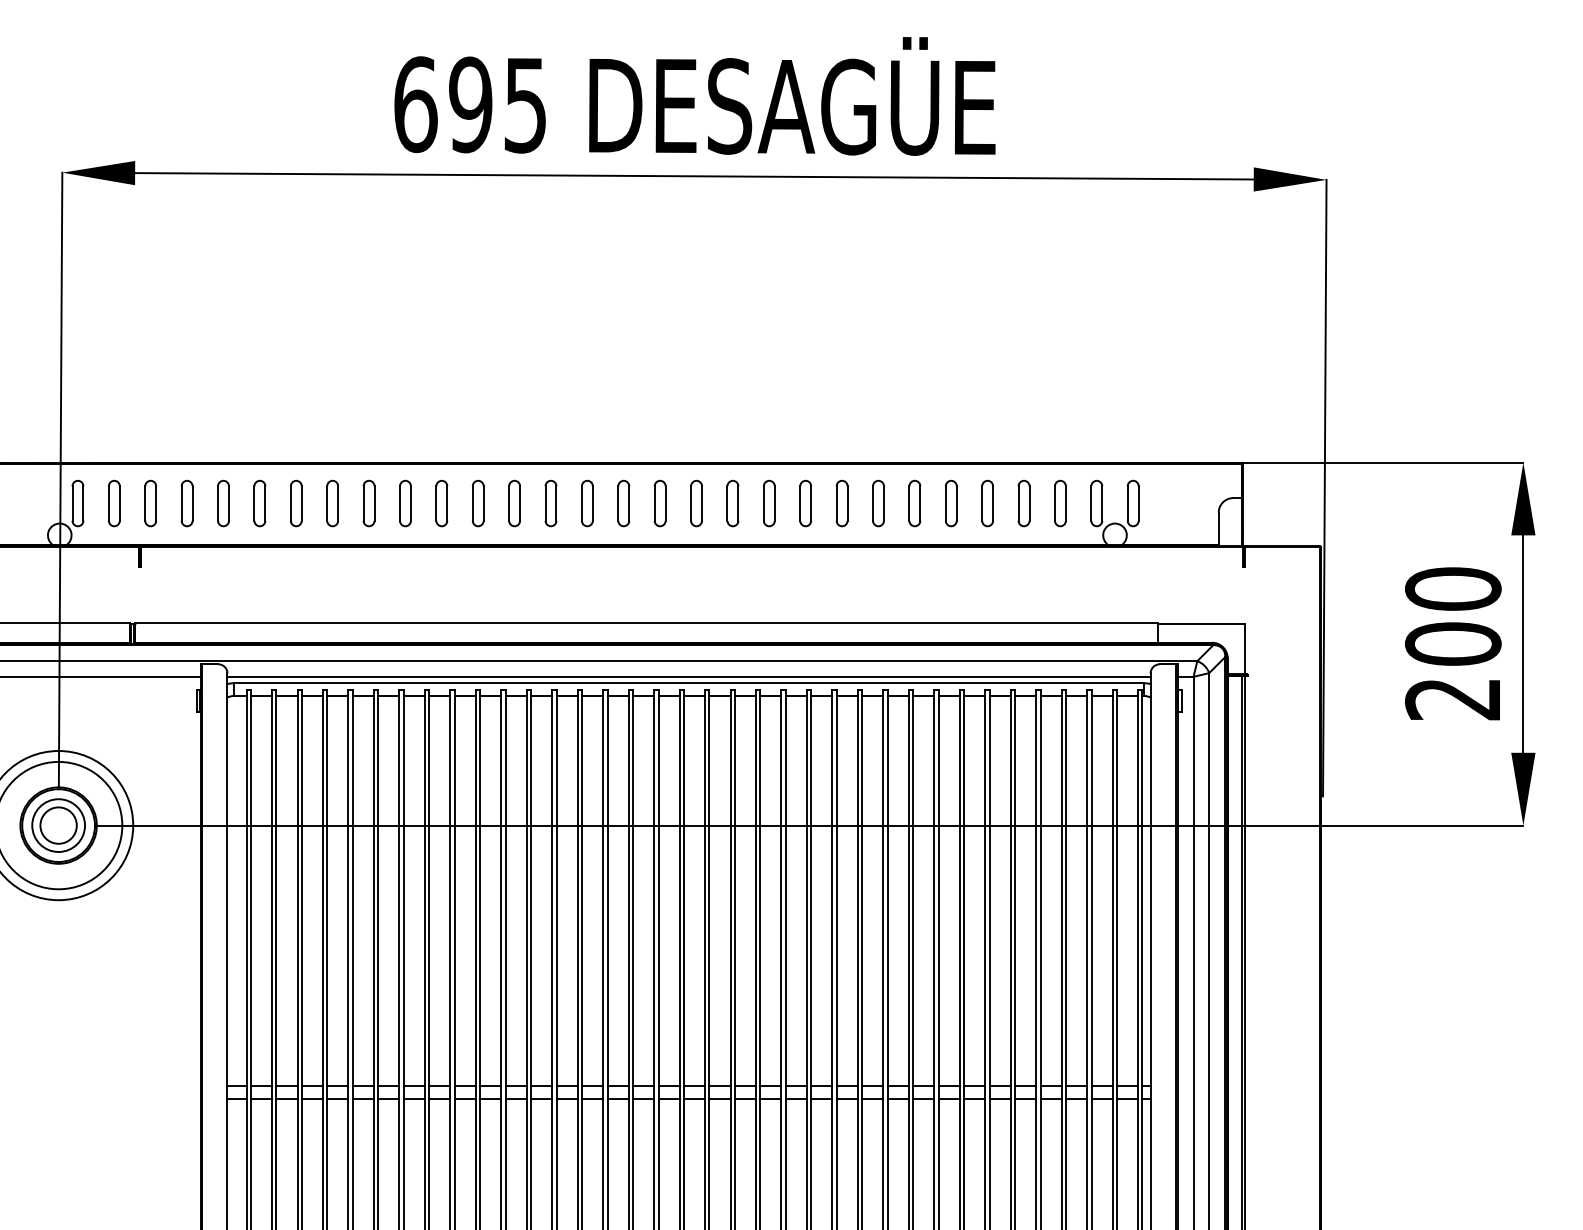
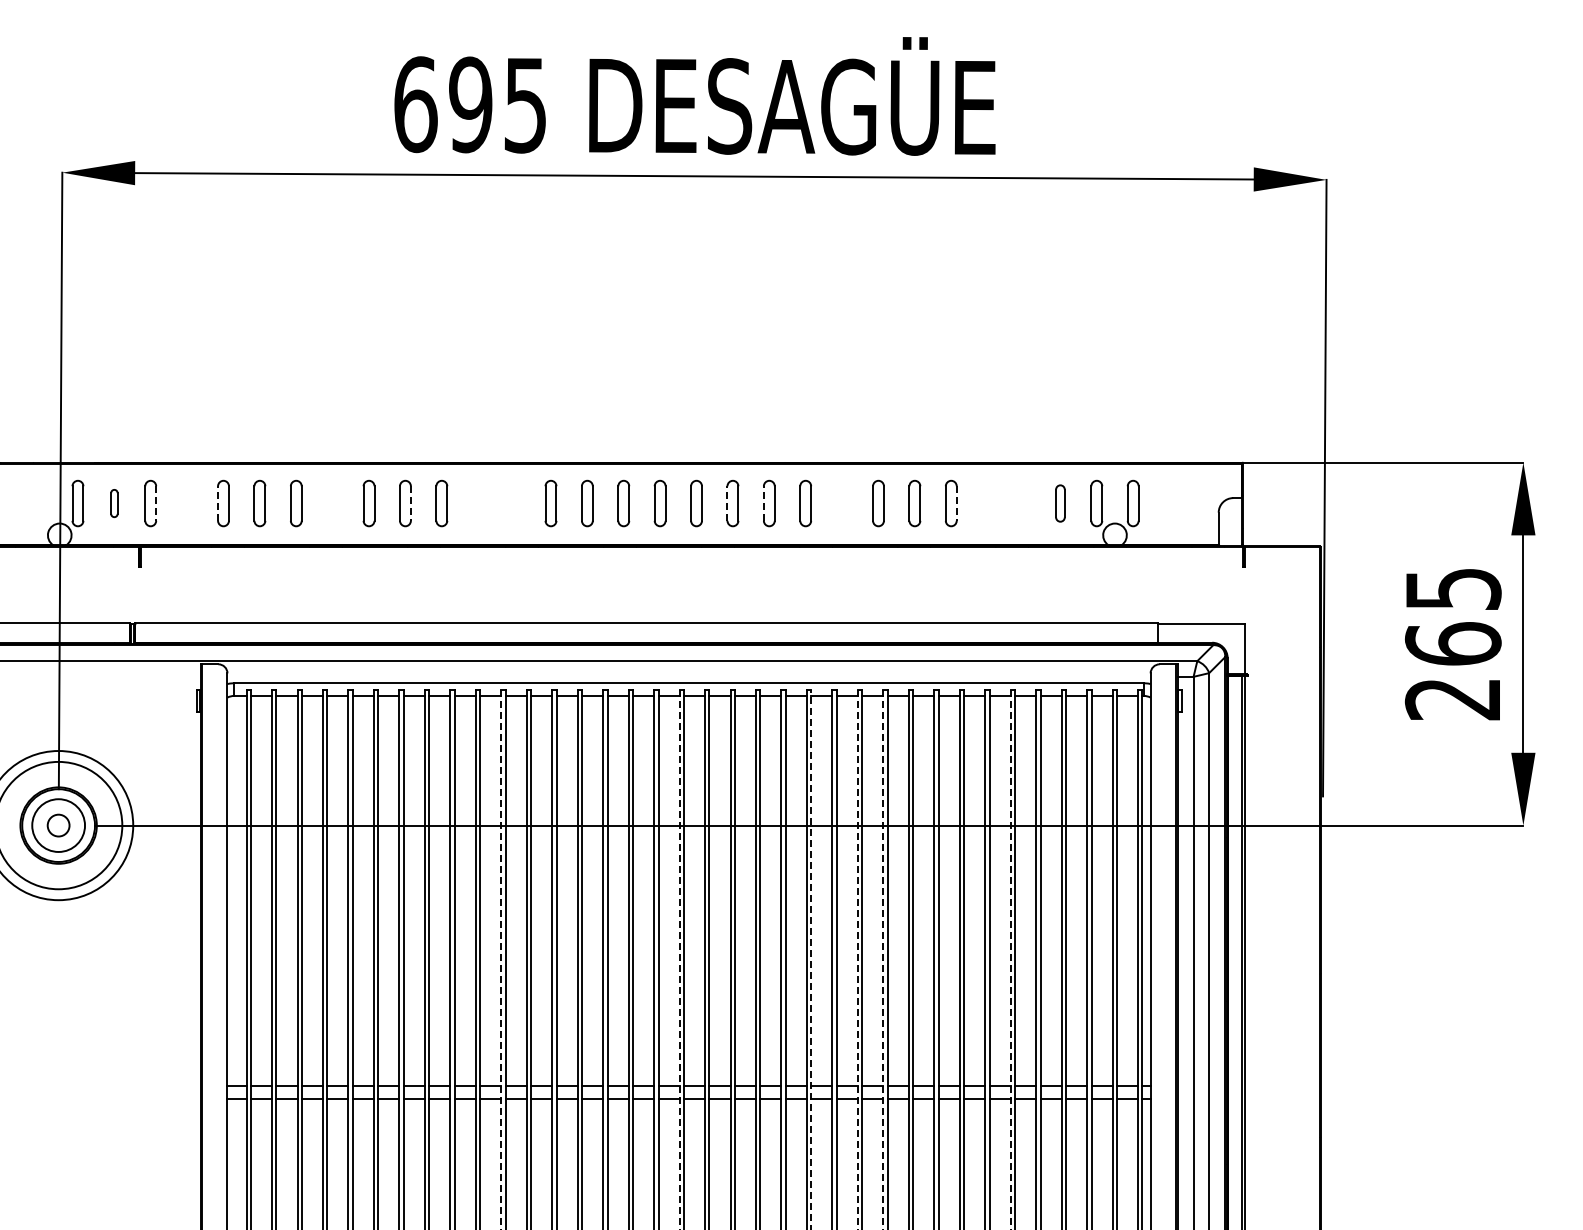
part at (114, 503) size: 13x49 px -> 9x29 px
part at (186, 503): present -> none
line at (218, 503): solid -> dashed
part at (332, 503): present -> none
part at (477, 503): present -> none
part at (514, 503): present -> none
line at (727, 503): solid -> dashed
line at (763, 503): solid -> dashed
part at (841, 503): present -> none
part at (987, 503): present -> none
part at (1023, 503): present -> none
part at (1060, 503) size: 13x49 px -> 11x39 px
line at (156, 504): solid -> dashed
line at (410, 504): solid -> dashed
line at (956, 504): solid -> dashed
text at (1452, 616): 200 -> 265
line at (101, 676): present -> none
line at (688, 676): present -> none
circle at (58, 825) diameter: 36 px -> 22 px
line at (501, 959): solid -> dashed
line at (679, 959): solid -> dashed
line at (811, 959): solid -> dashed
line at (857, 959): solid -> dashed
line at (883, 959): solid -> dashed
line at (1010, 959): solid -> dashed
